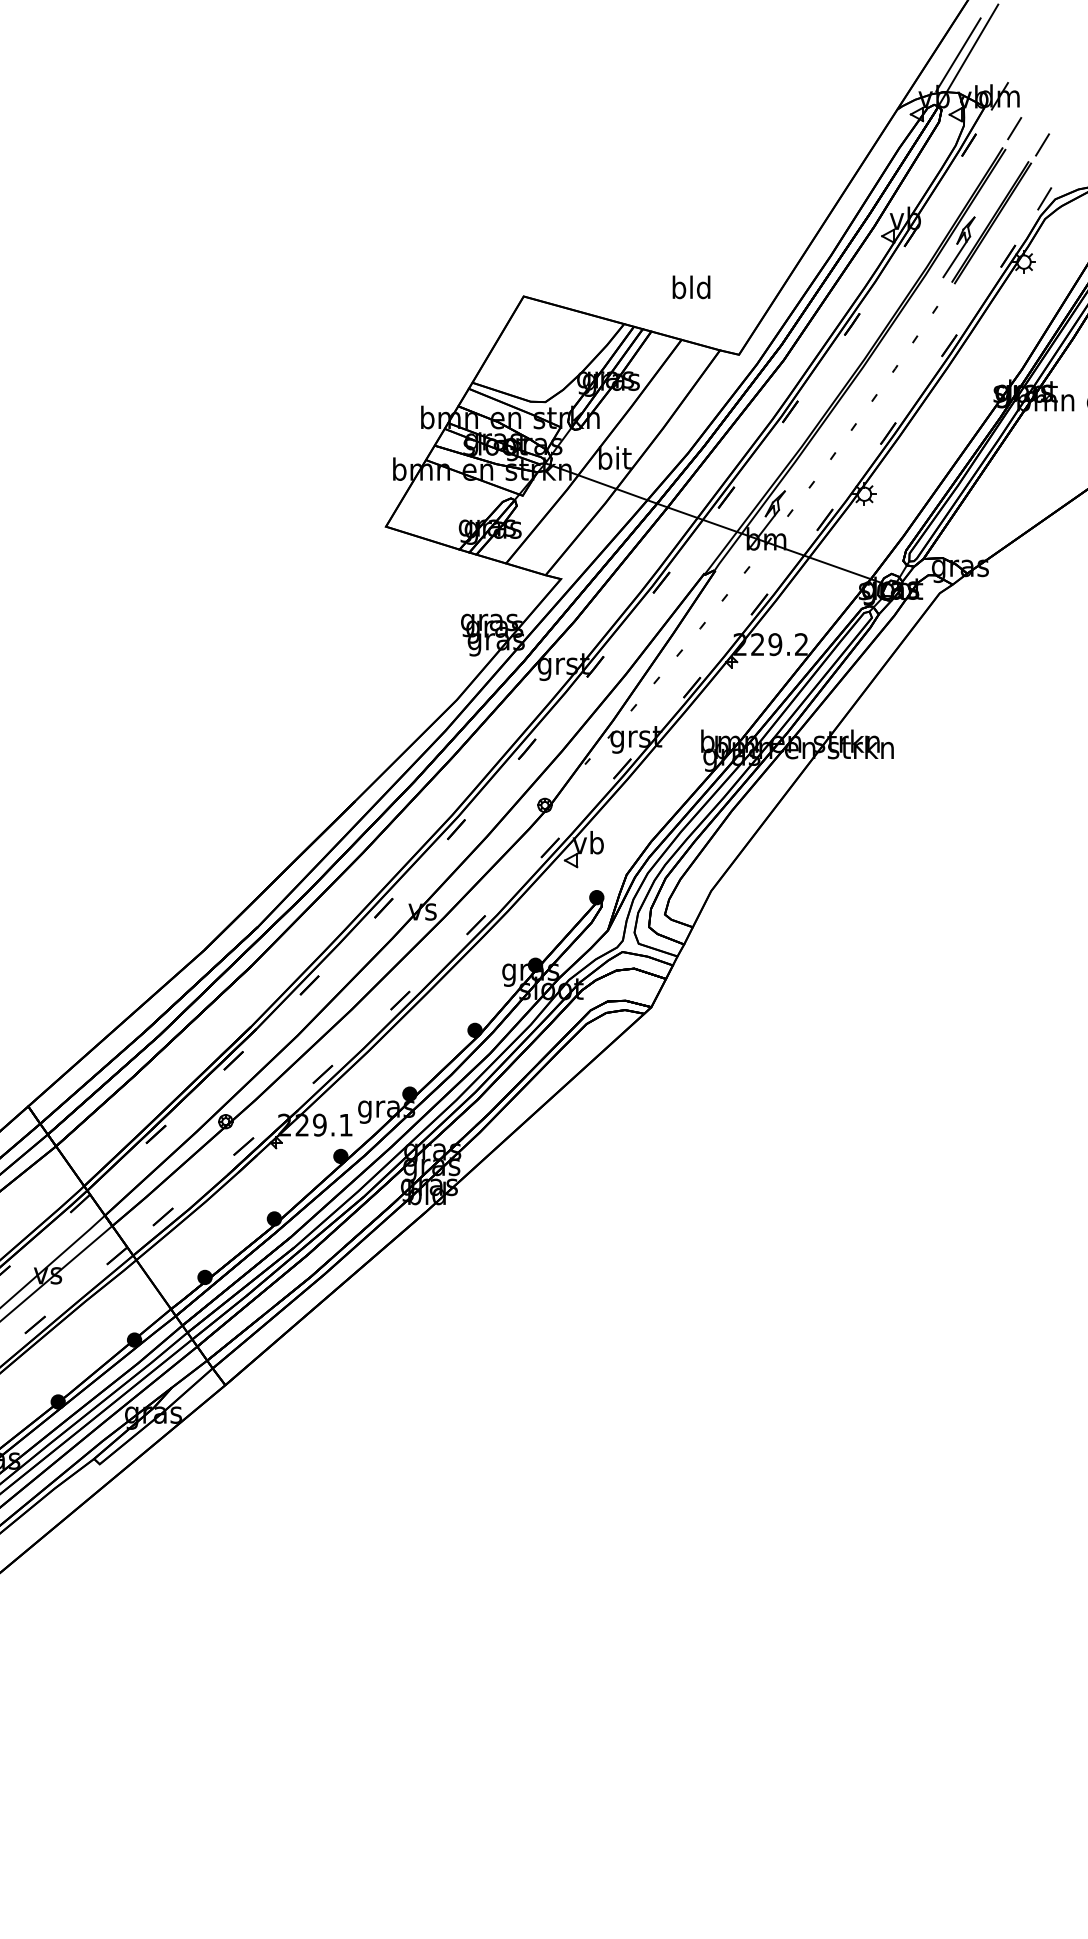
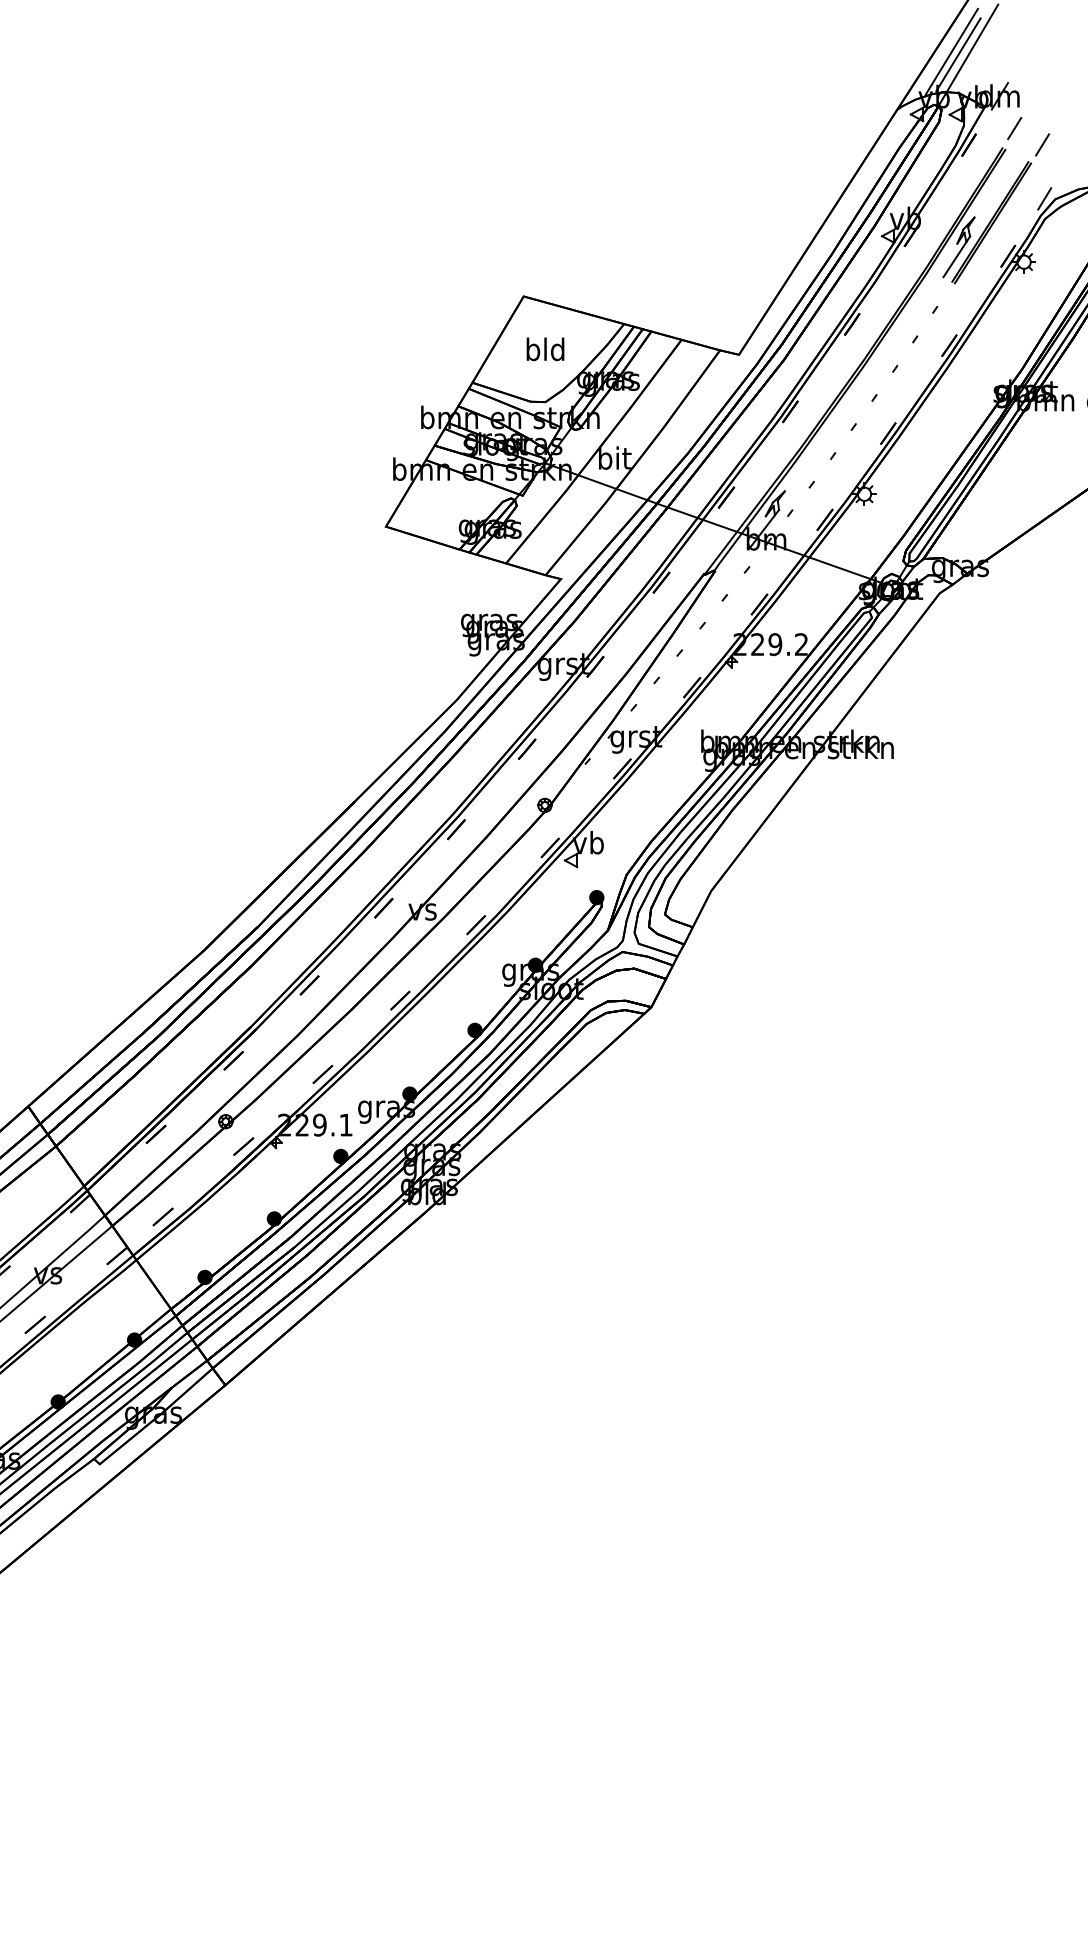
line at (951, 51): none -> present
text at (691, 287) position: (691, 287) -> (545, 349)
